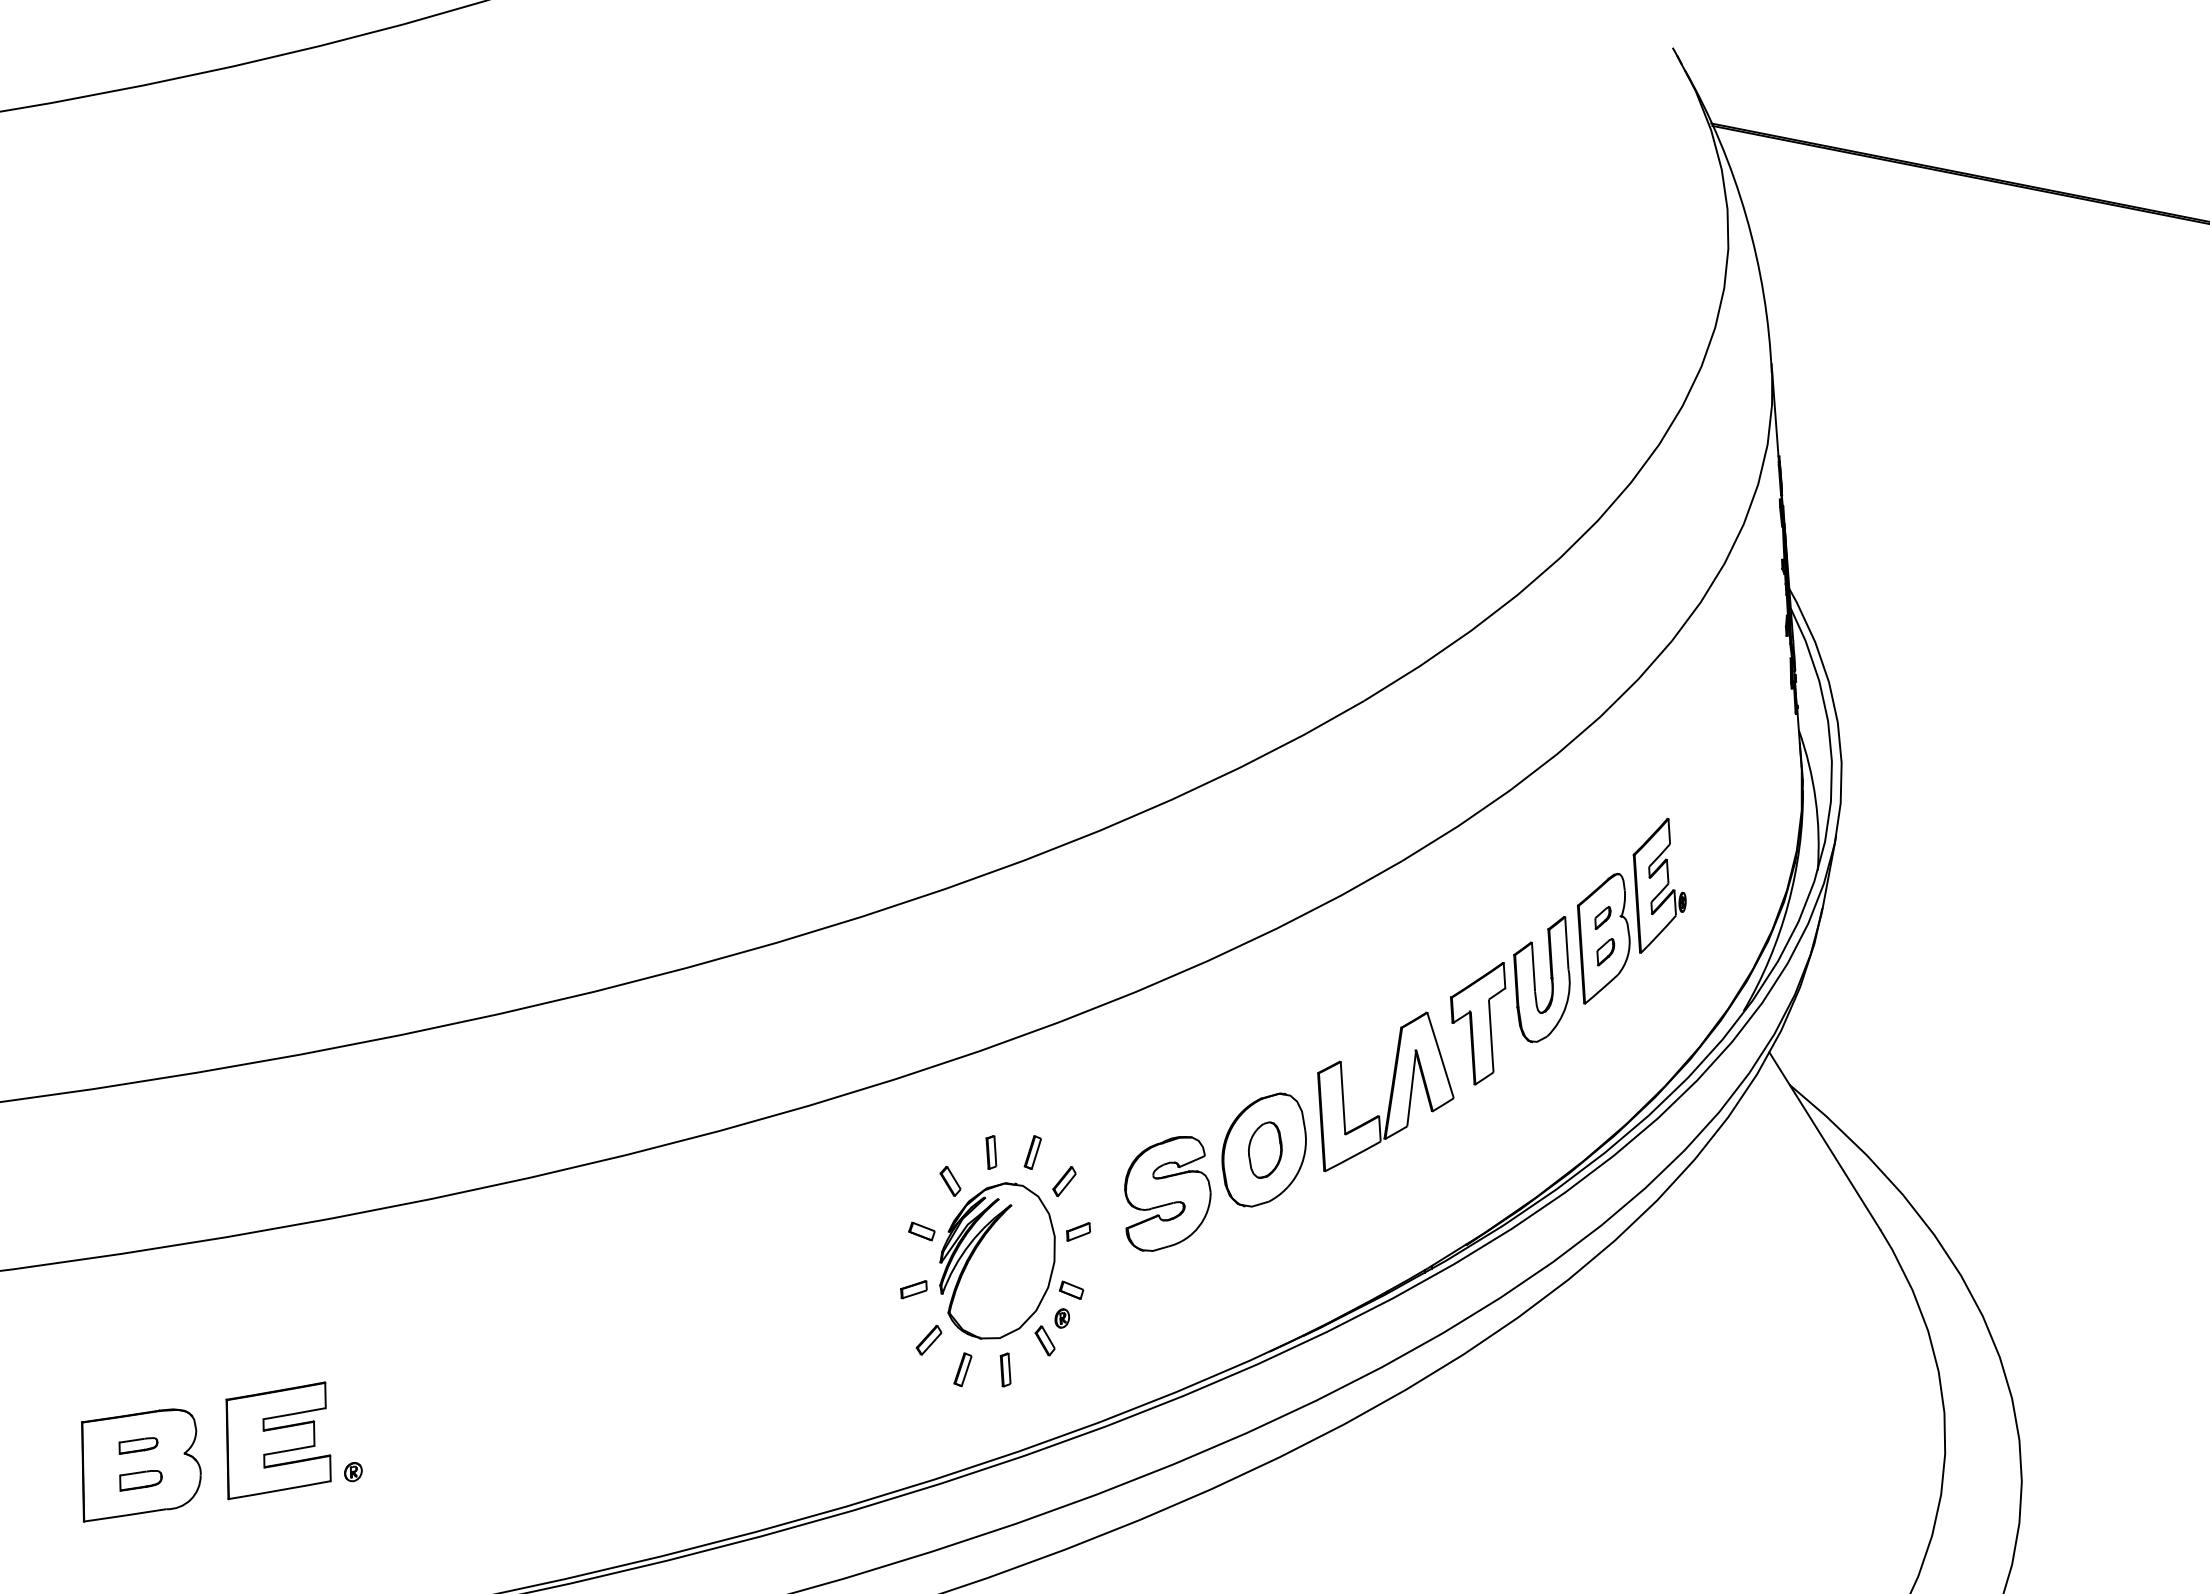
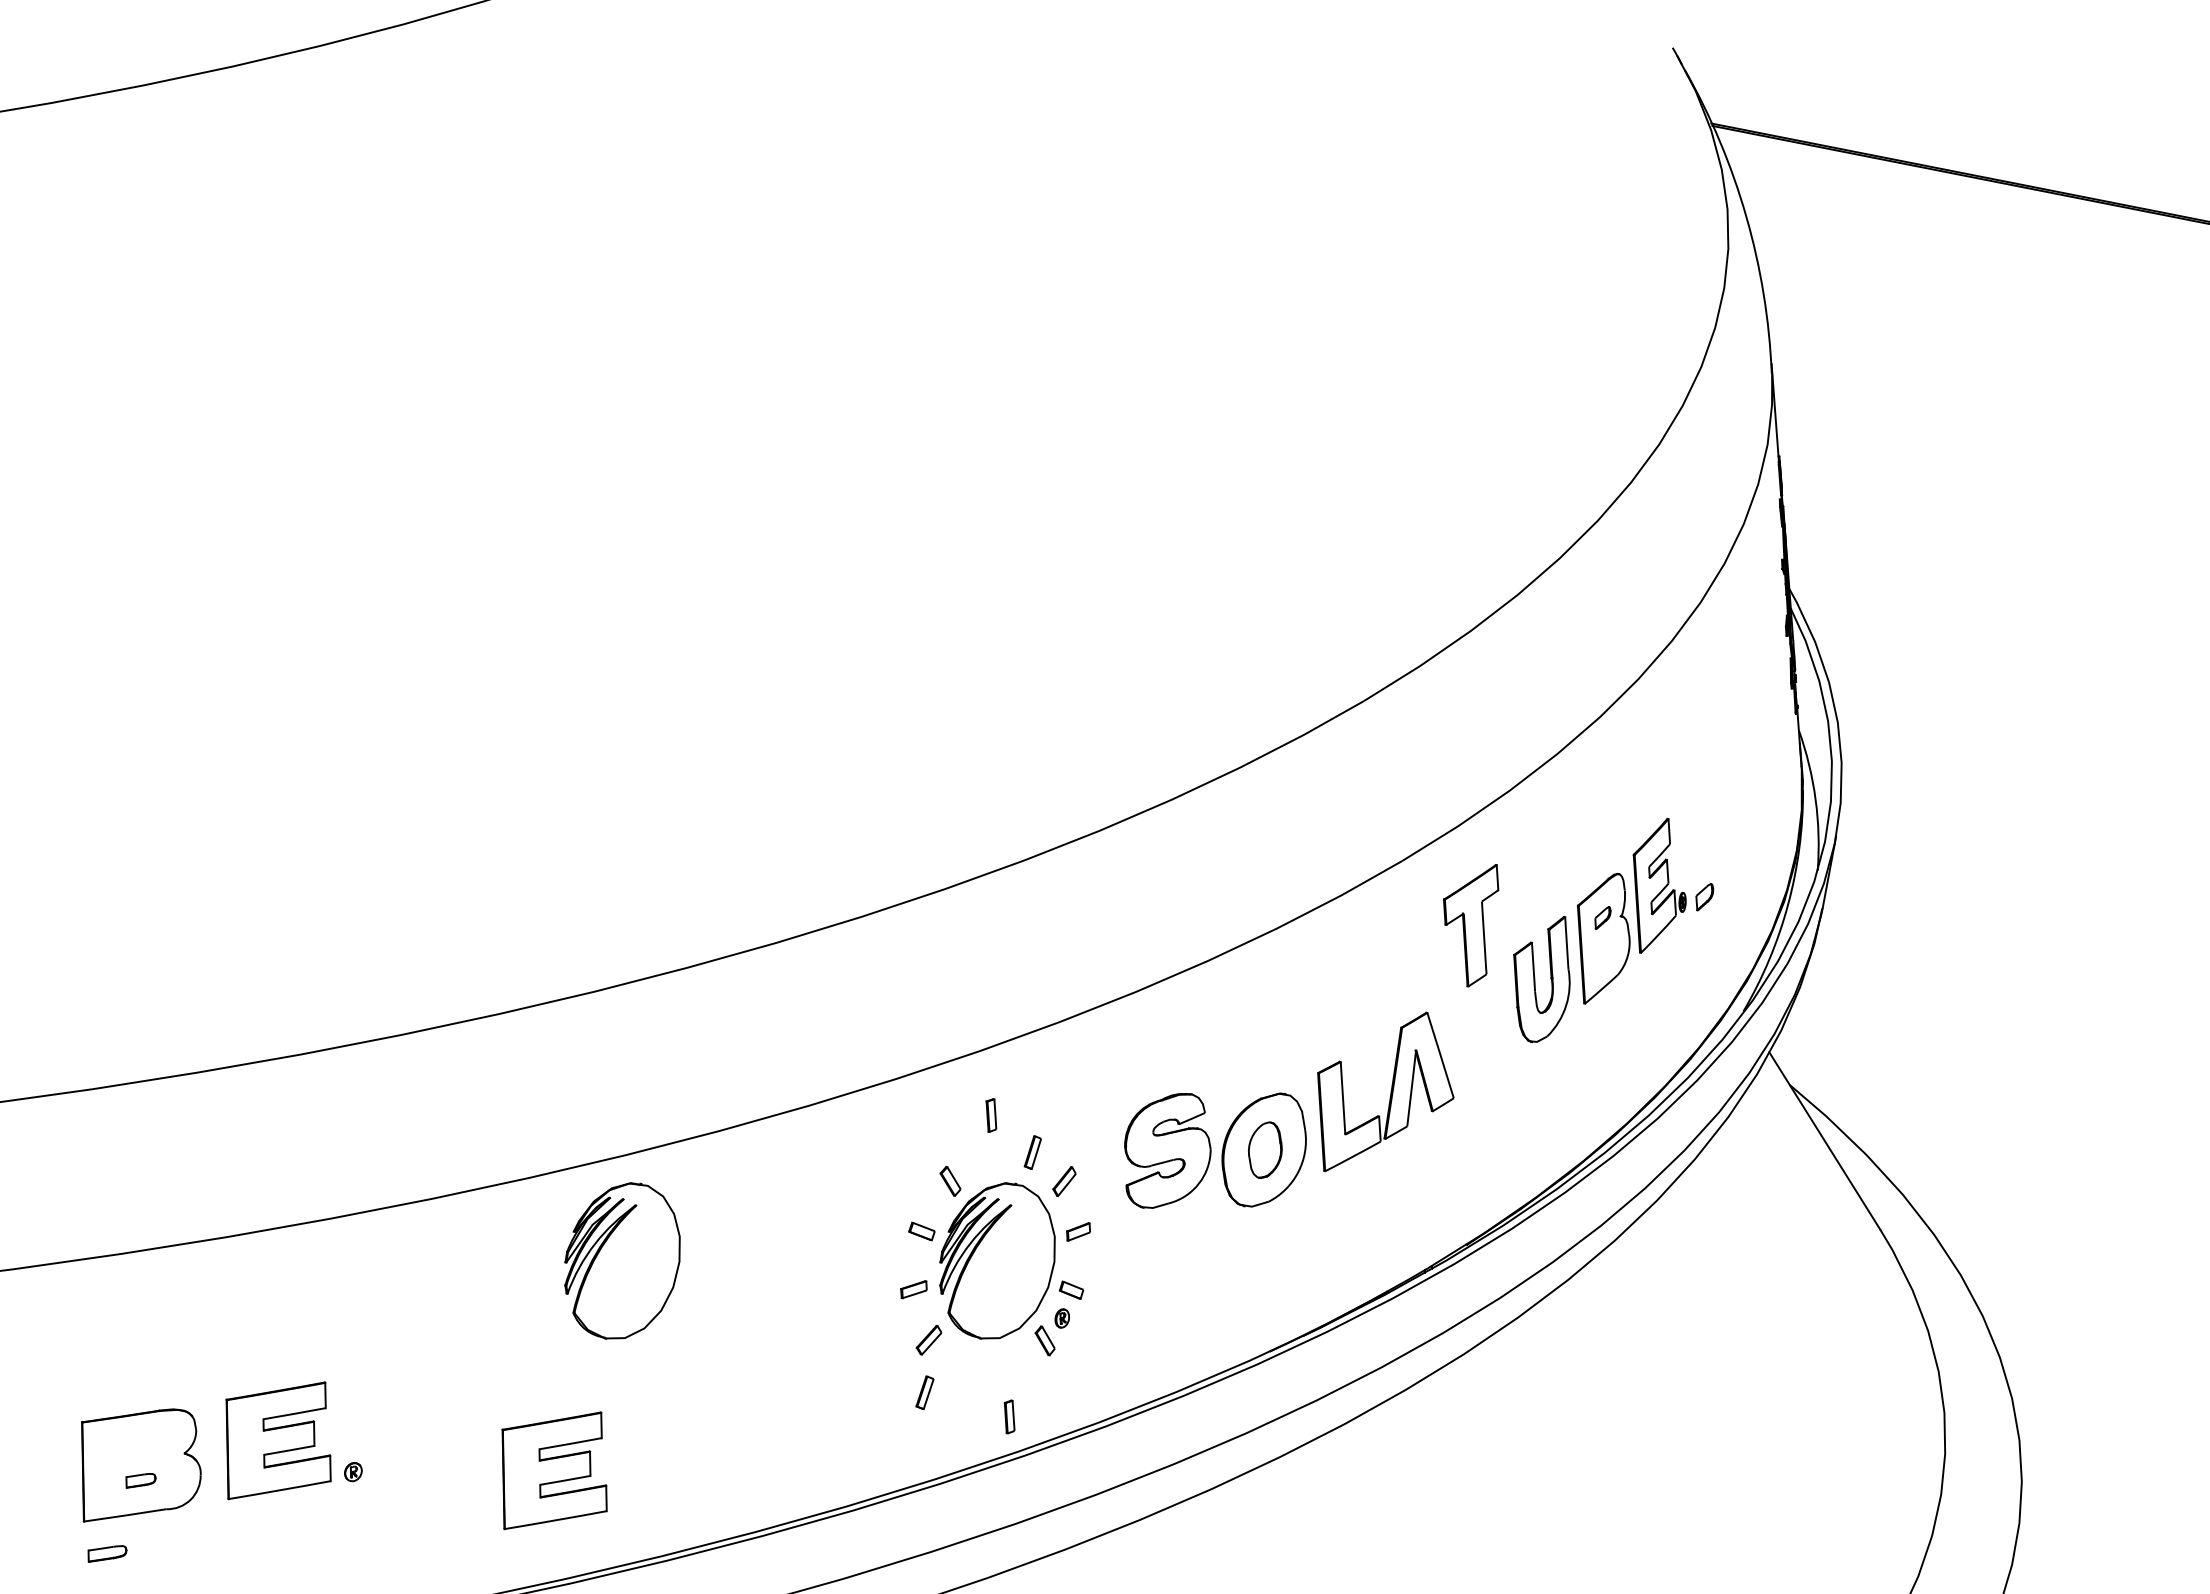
part at (1605, 952) position: (1605, 952) -> (1704, 897)
part at (1478, 1023) position: (1478, 1023) -> (1471, 925)
part at (991, 1152) position: (991, 1152) -> (991, 1115)
part at (1167, 1193) position: (1167, 1193) -> (1167, 1150)
part at (622, 1260): none -> present
part at (962, 1369) position: (962, 1369) -> (924, 1392)
part at (1005, 1369) position: (1005, 1369) -> (1009, 1416)
part at (138, 1445) position: (138, 1445) -> (107, 1553)
part at (554, 1470): none -> present
part at (140, 1480) size: 44x22 px -> 32x16 px
